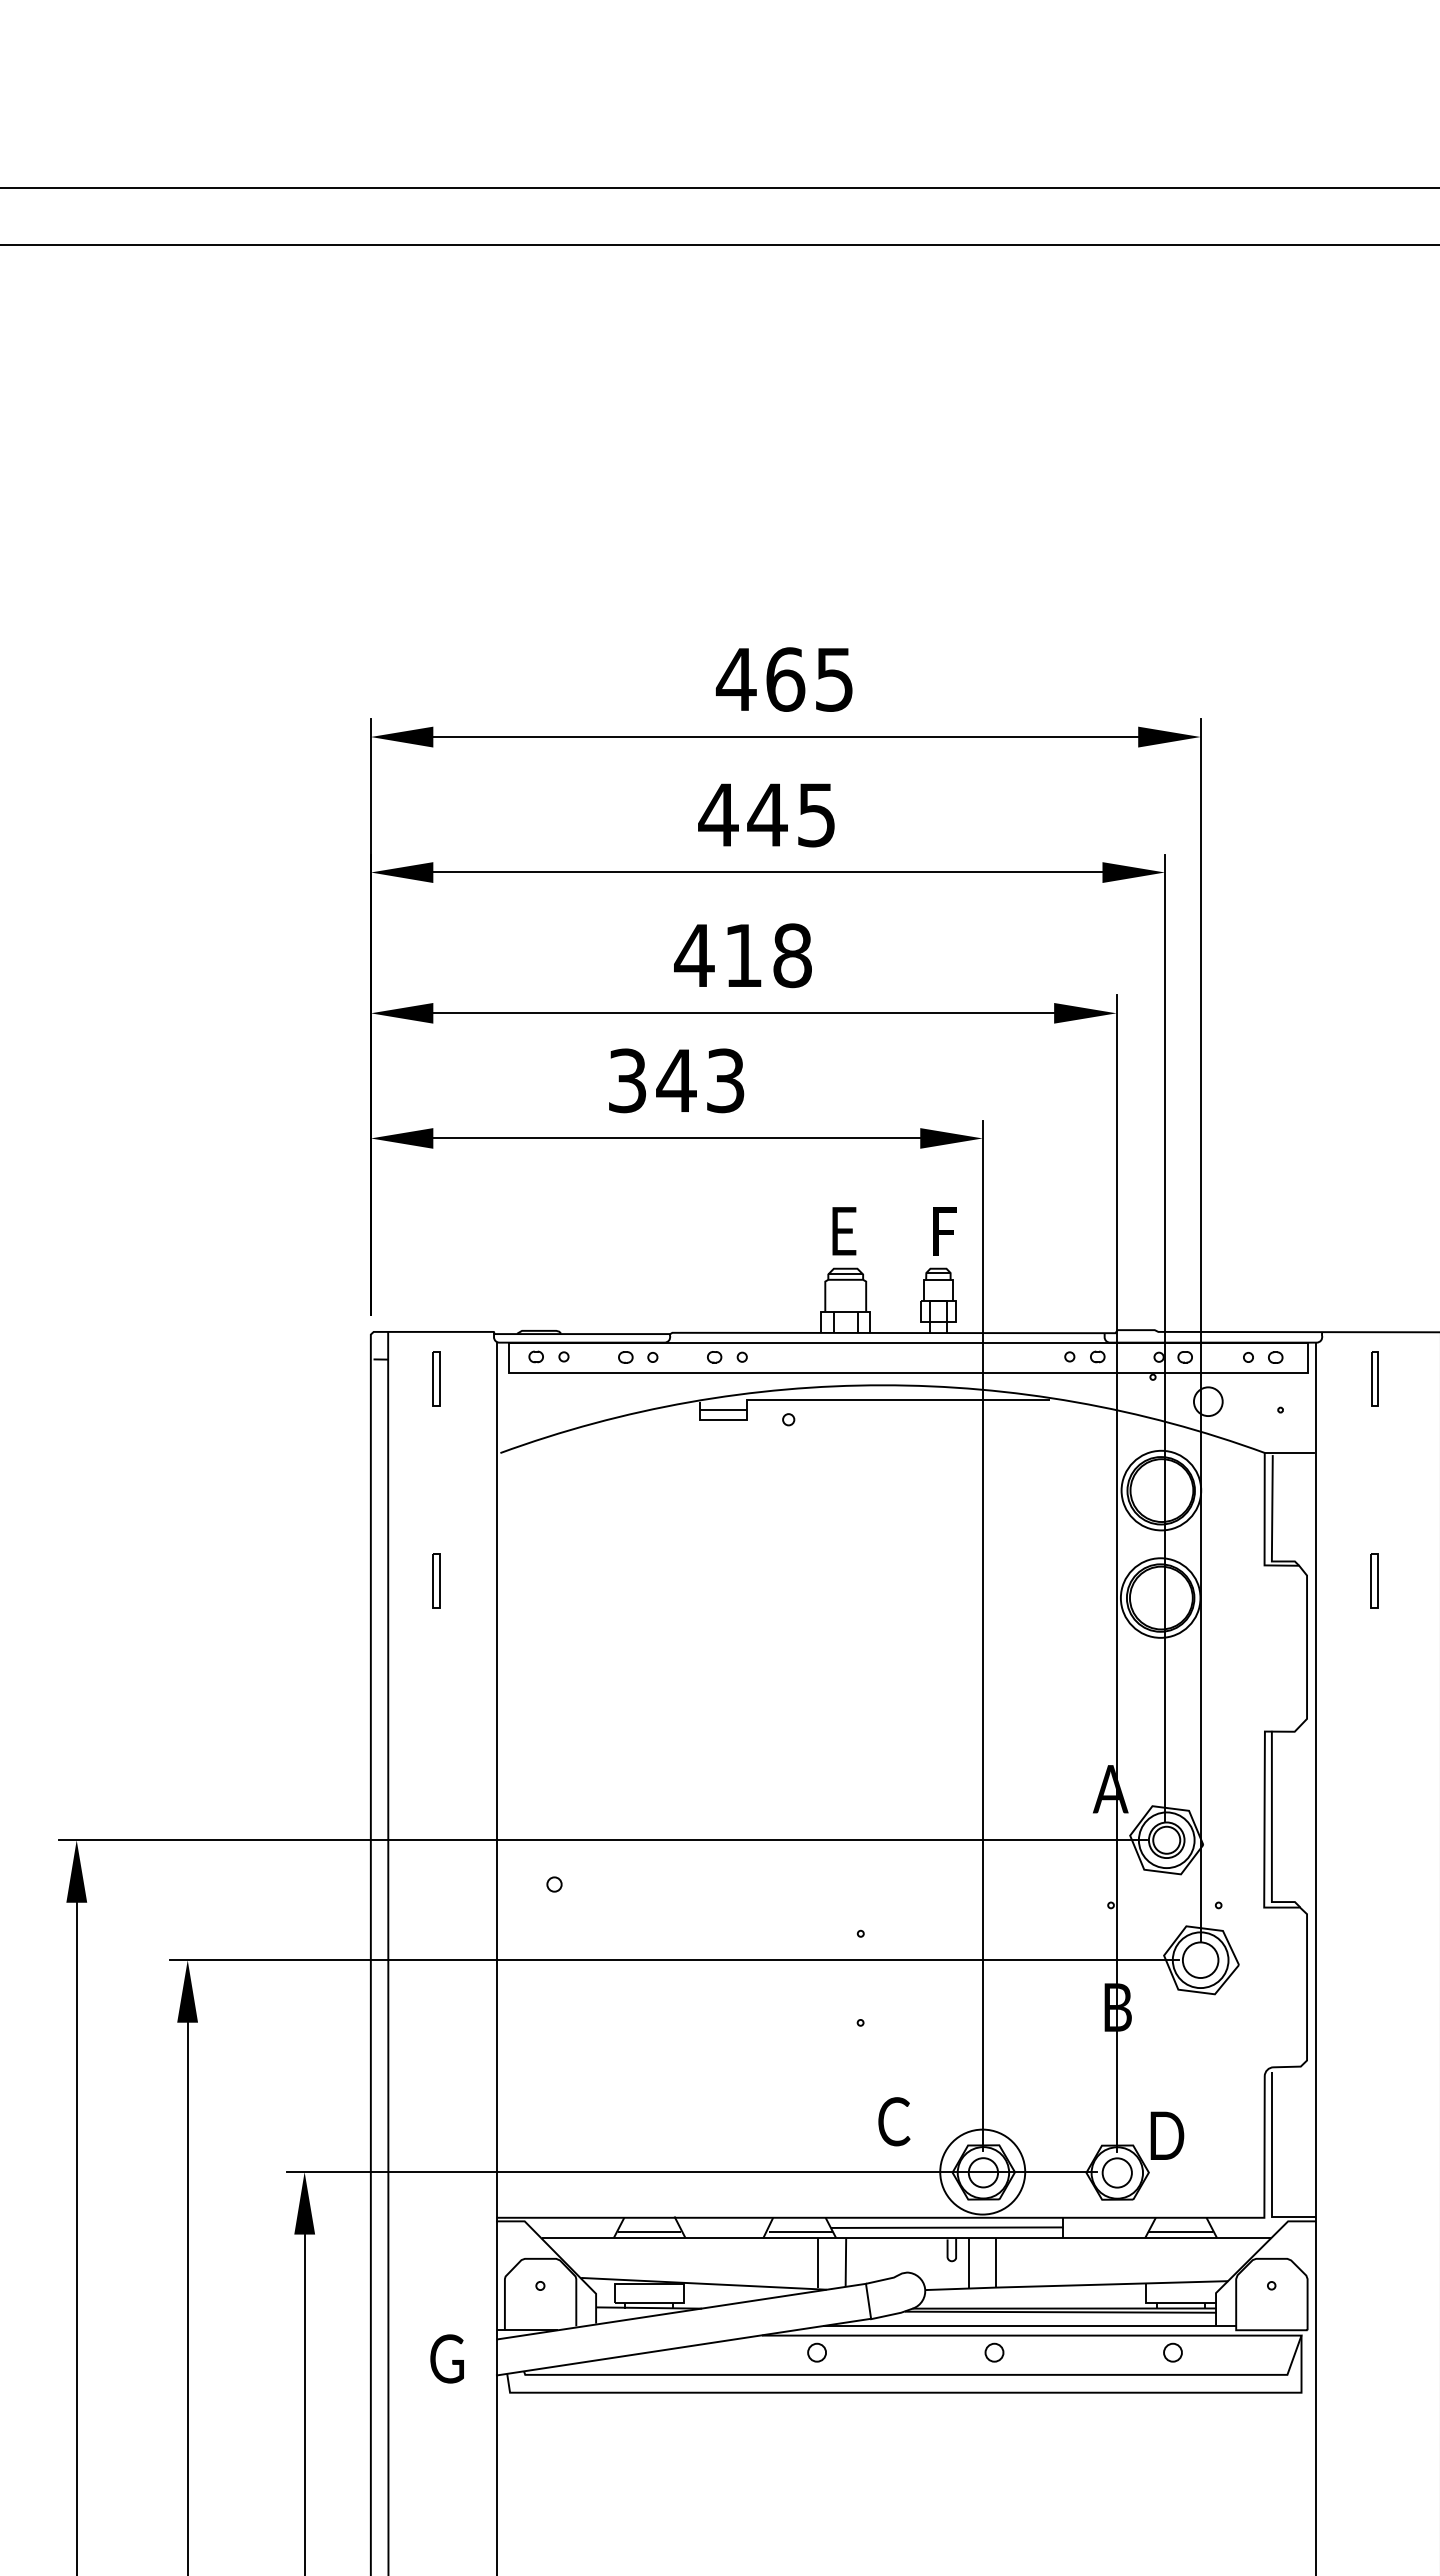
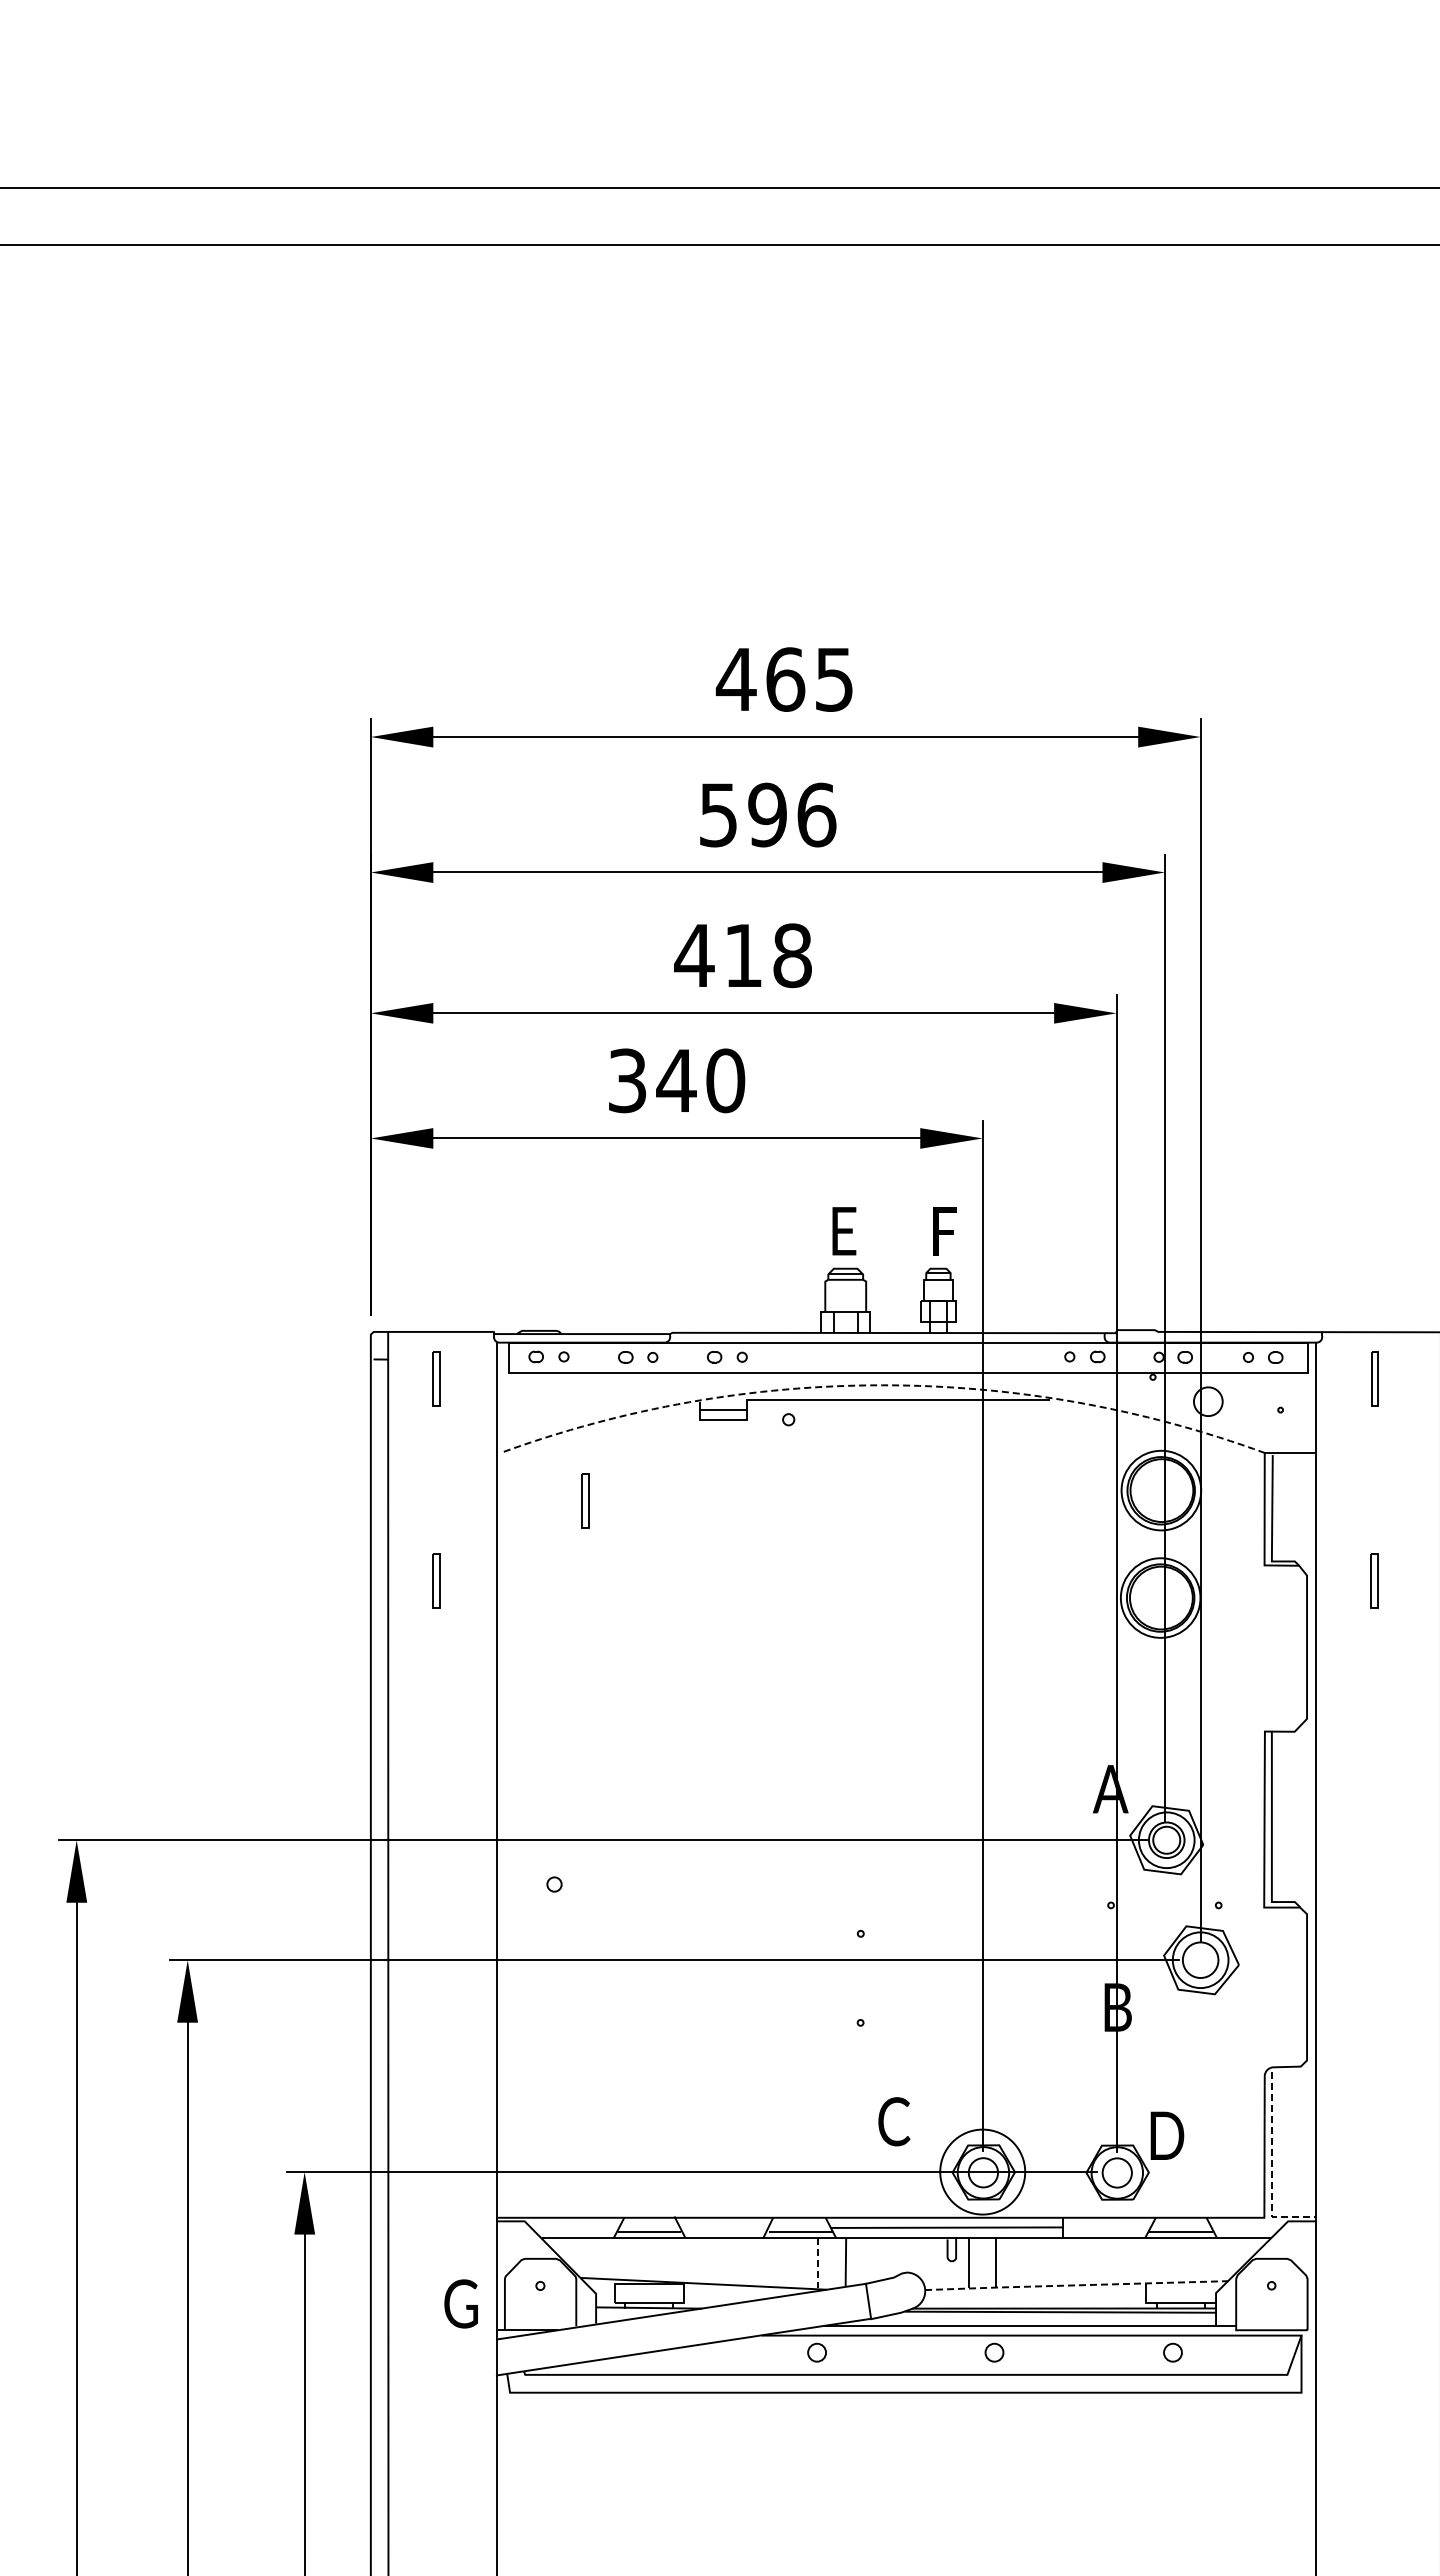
text at (767, 814): 445 -> 596
text at (725, 1080): 343 -> 340
arc at (882, 1385): solid -> dashed
part at (585, 1500): none -> present
line at (1271, 2167): solid -> dashed
line at (818, 2262): solid -> dashed
line at (1076, 2285): solid -> dashed
text at (446, 2358) position: (446, 2358) -> (460, 2303)
